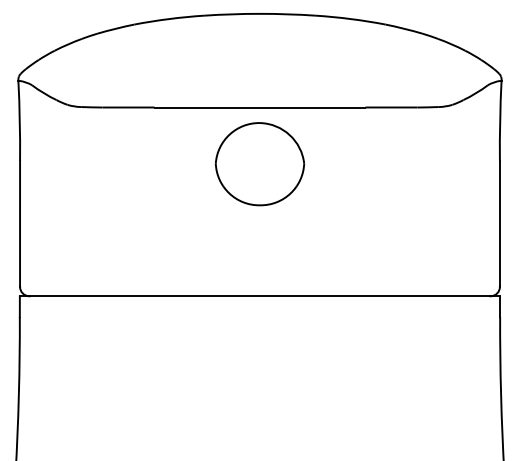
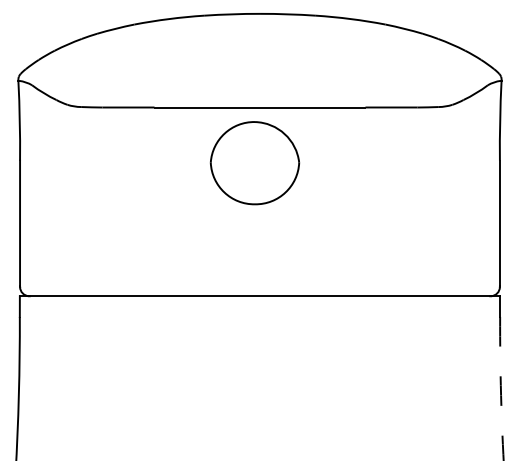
part at (259, 164) position: (259, 164) -> (254, 163)
arc at (500, 389): solid -> dashed
